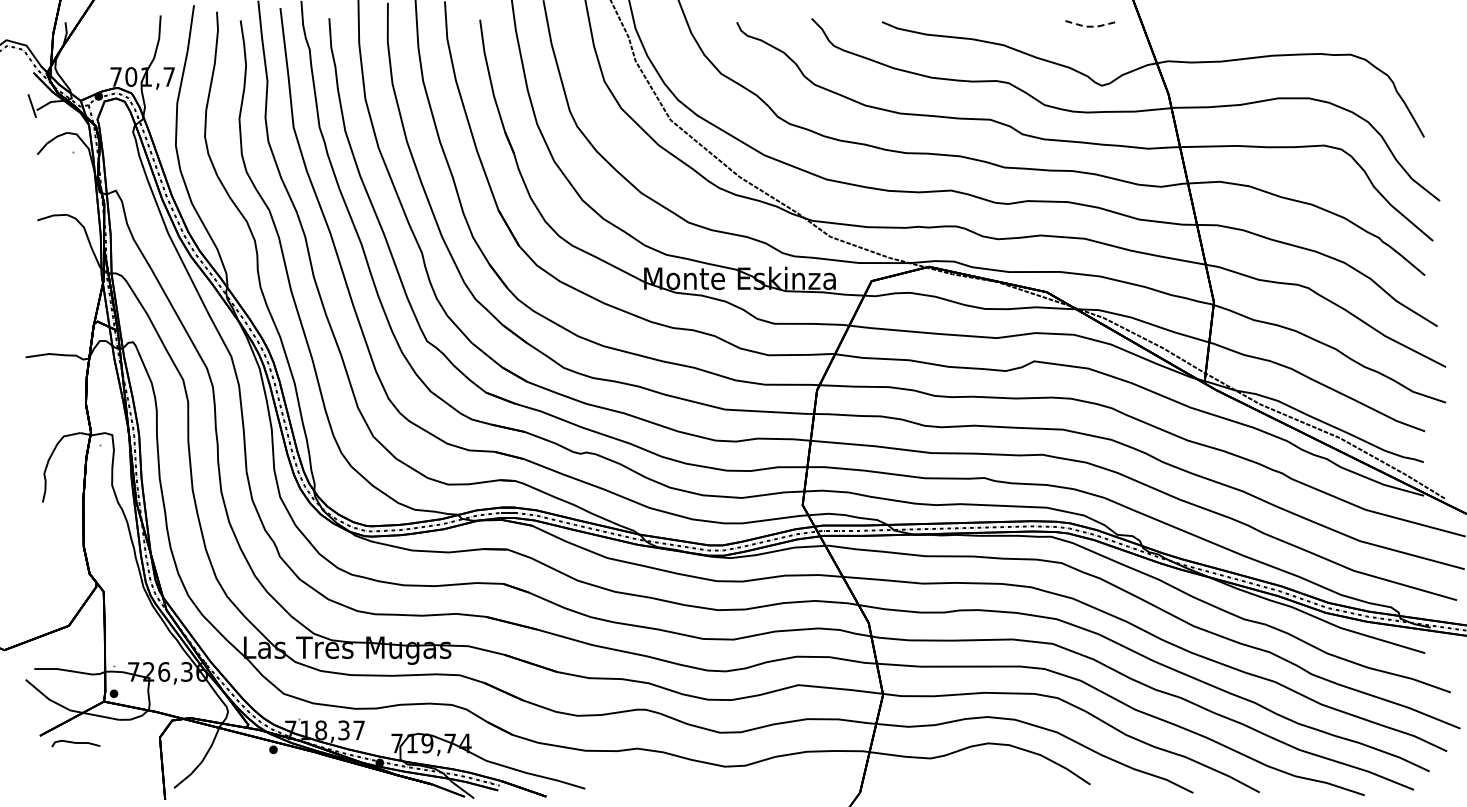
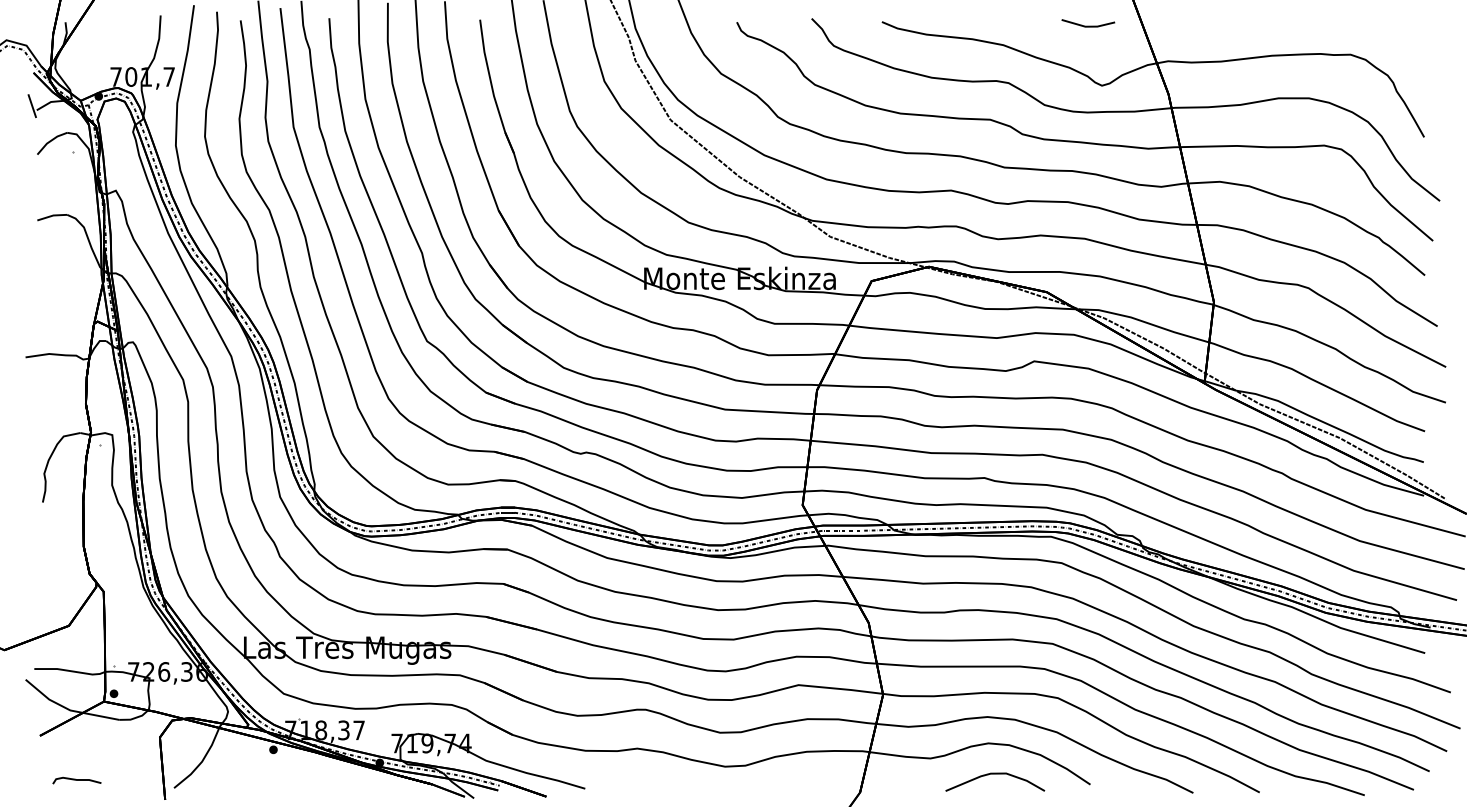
line at (1088, 26): dashed -> solid
curve at (75, 743) position: (75, 743) -> (76, 780)
curve at (995, 774): none -> present
